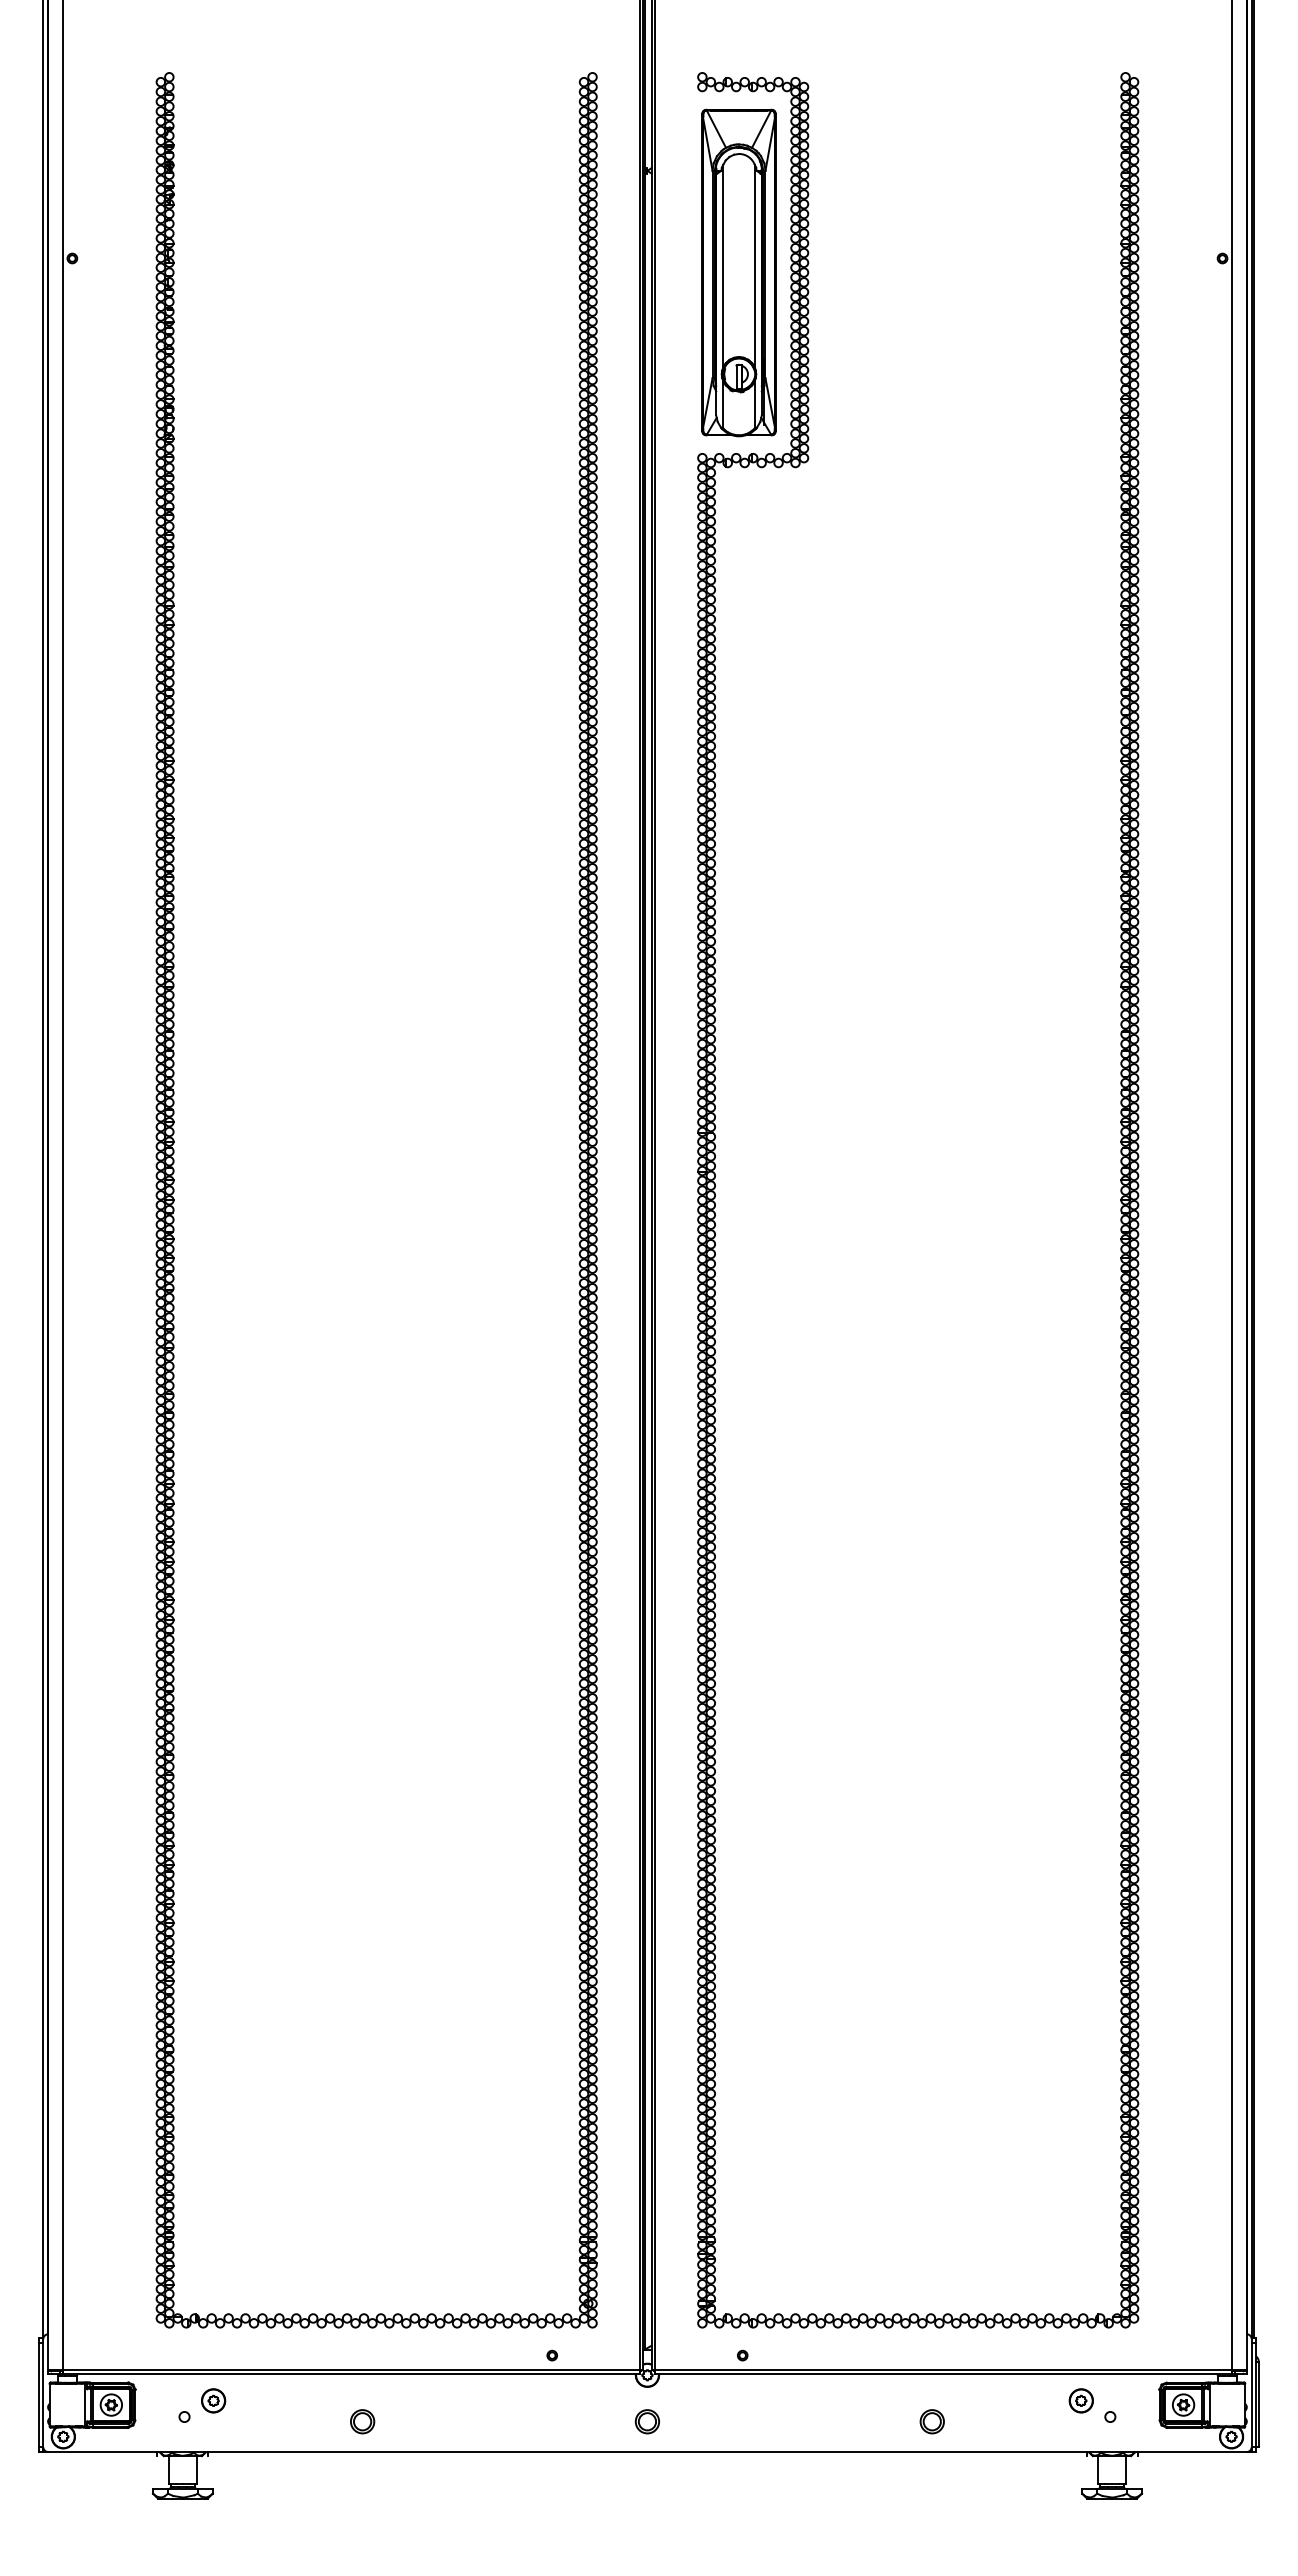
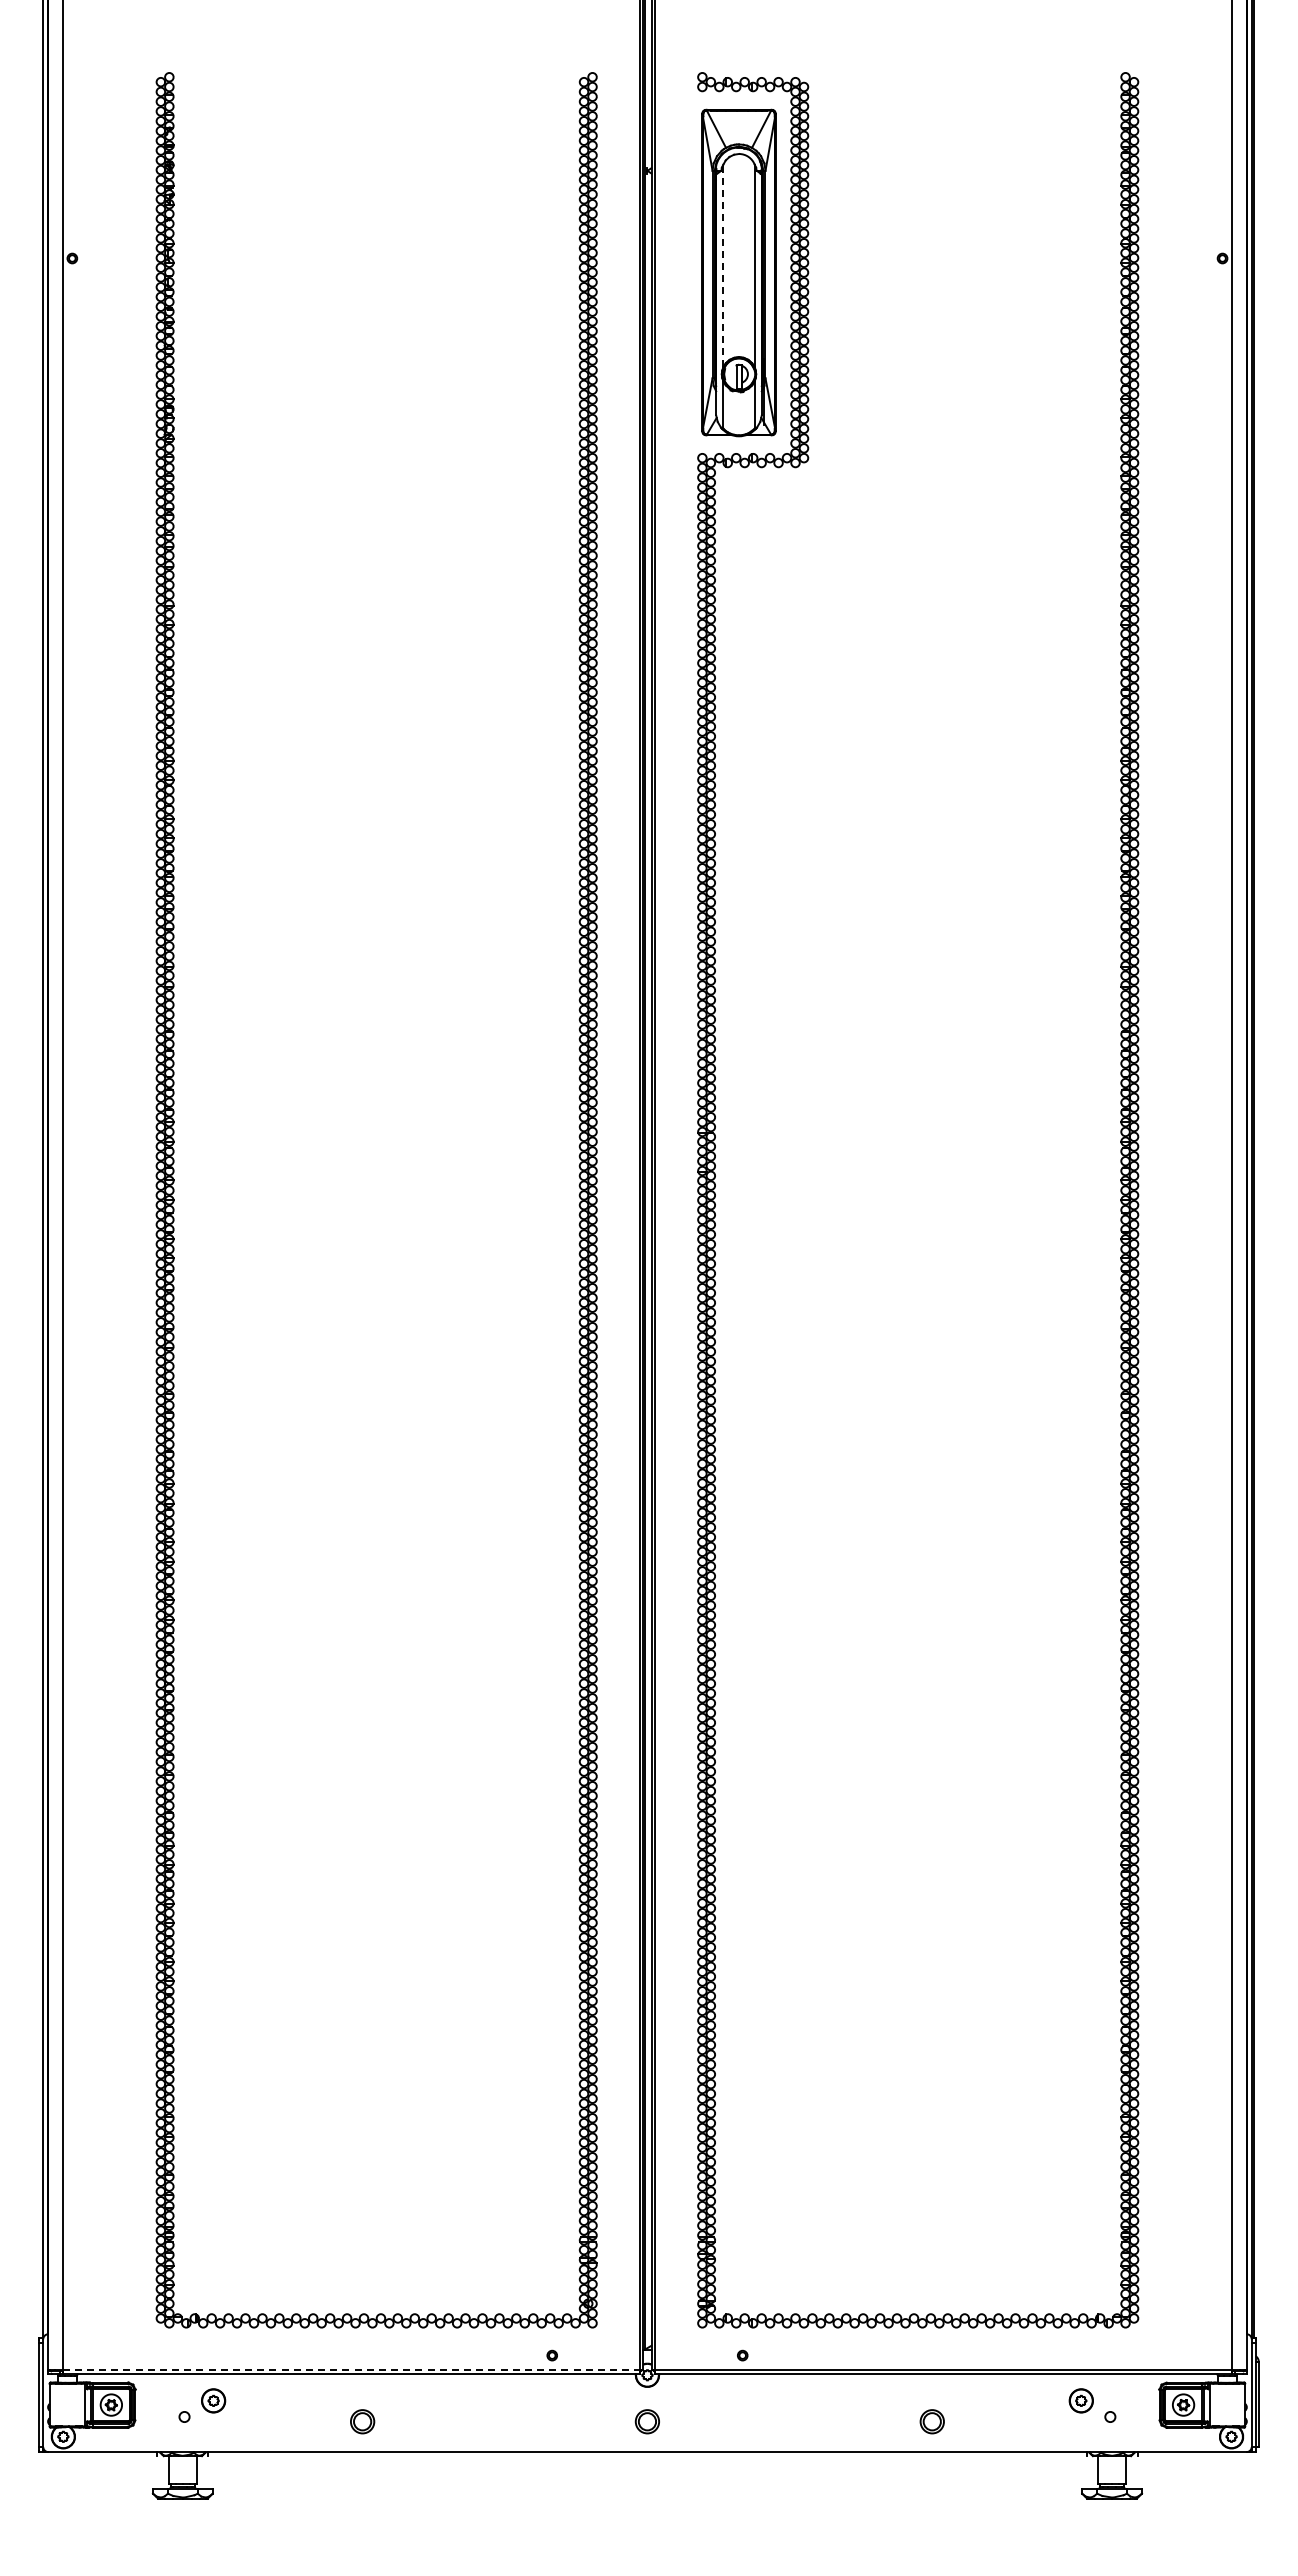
line at (723, 265): solid -> dashed
line at (351, 2369): solid -> dashed
